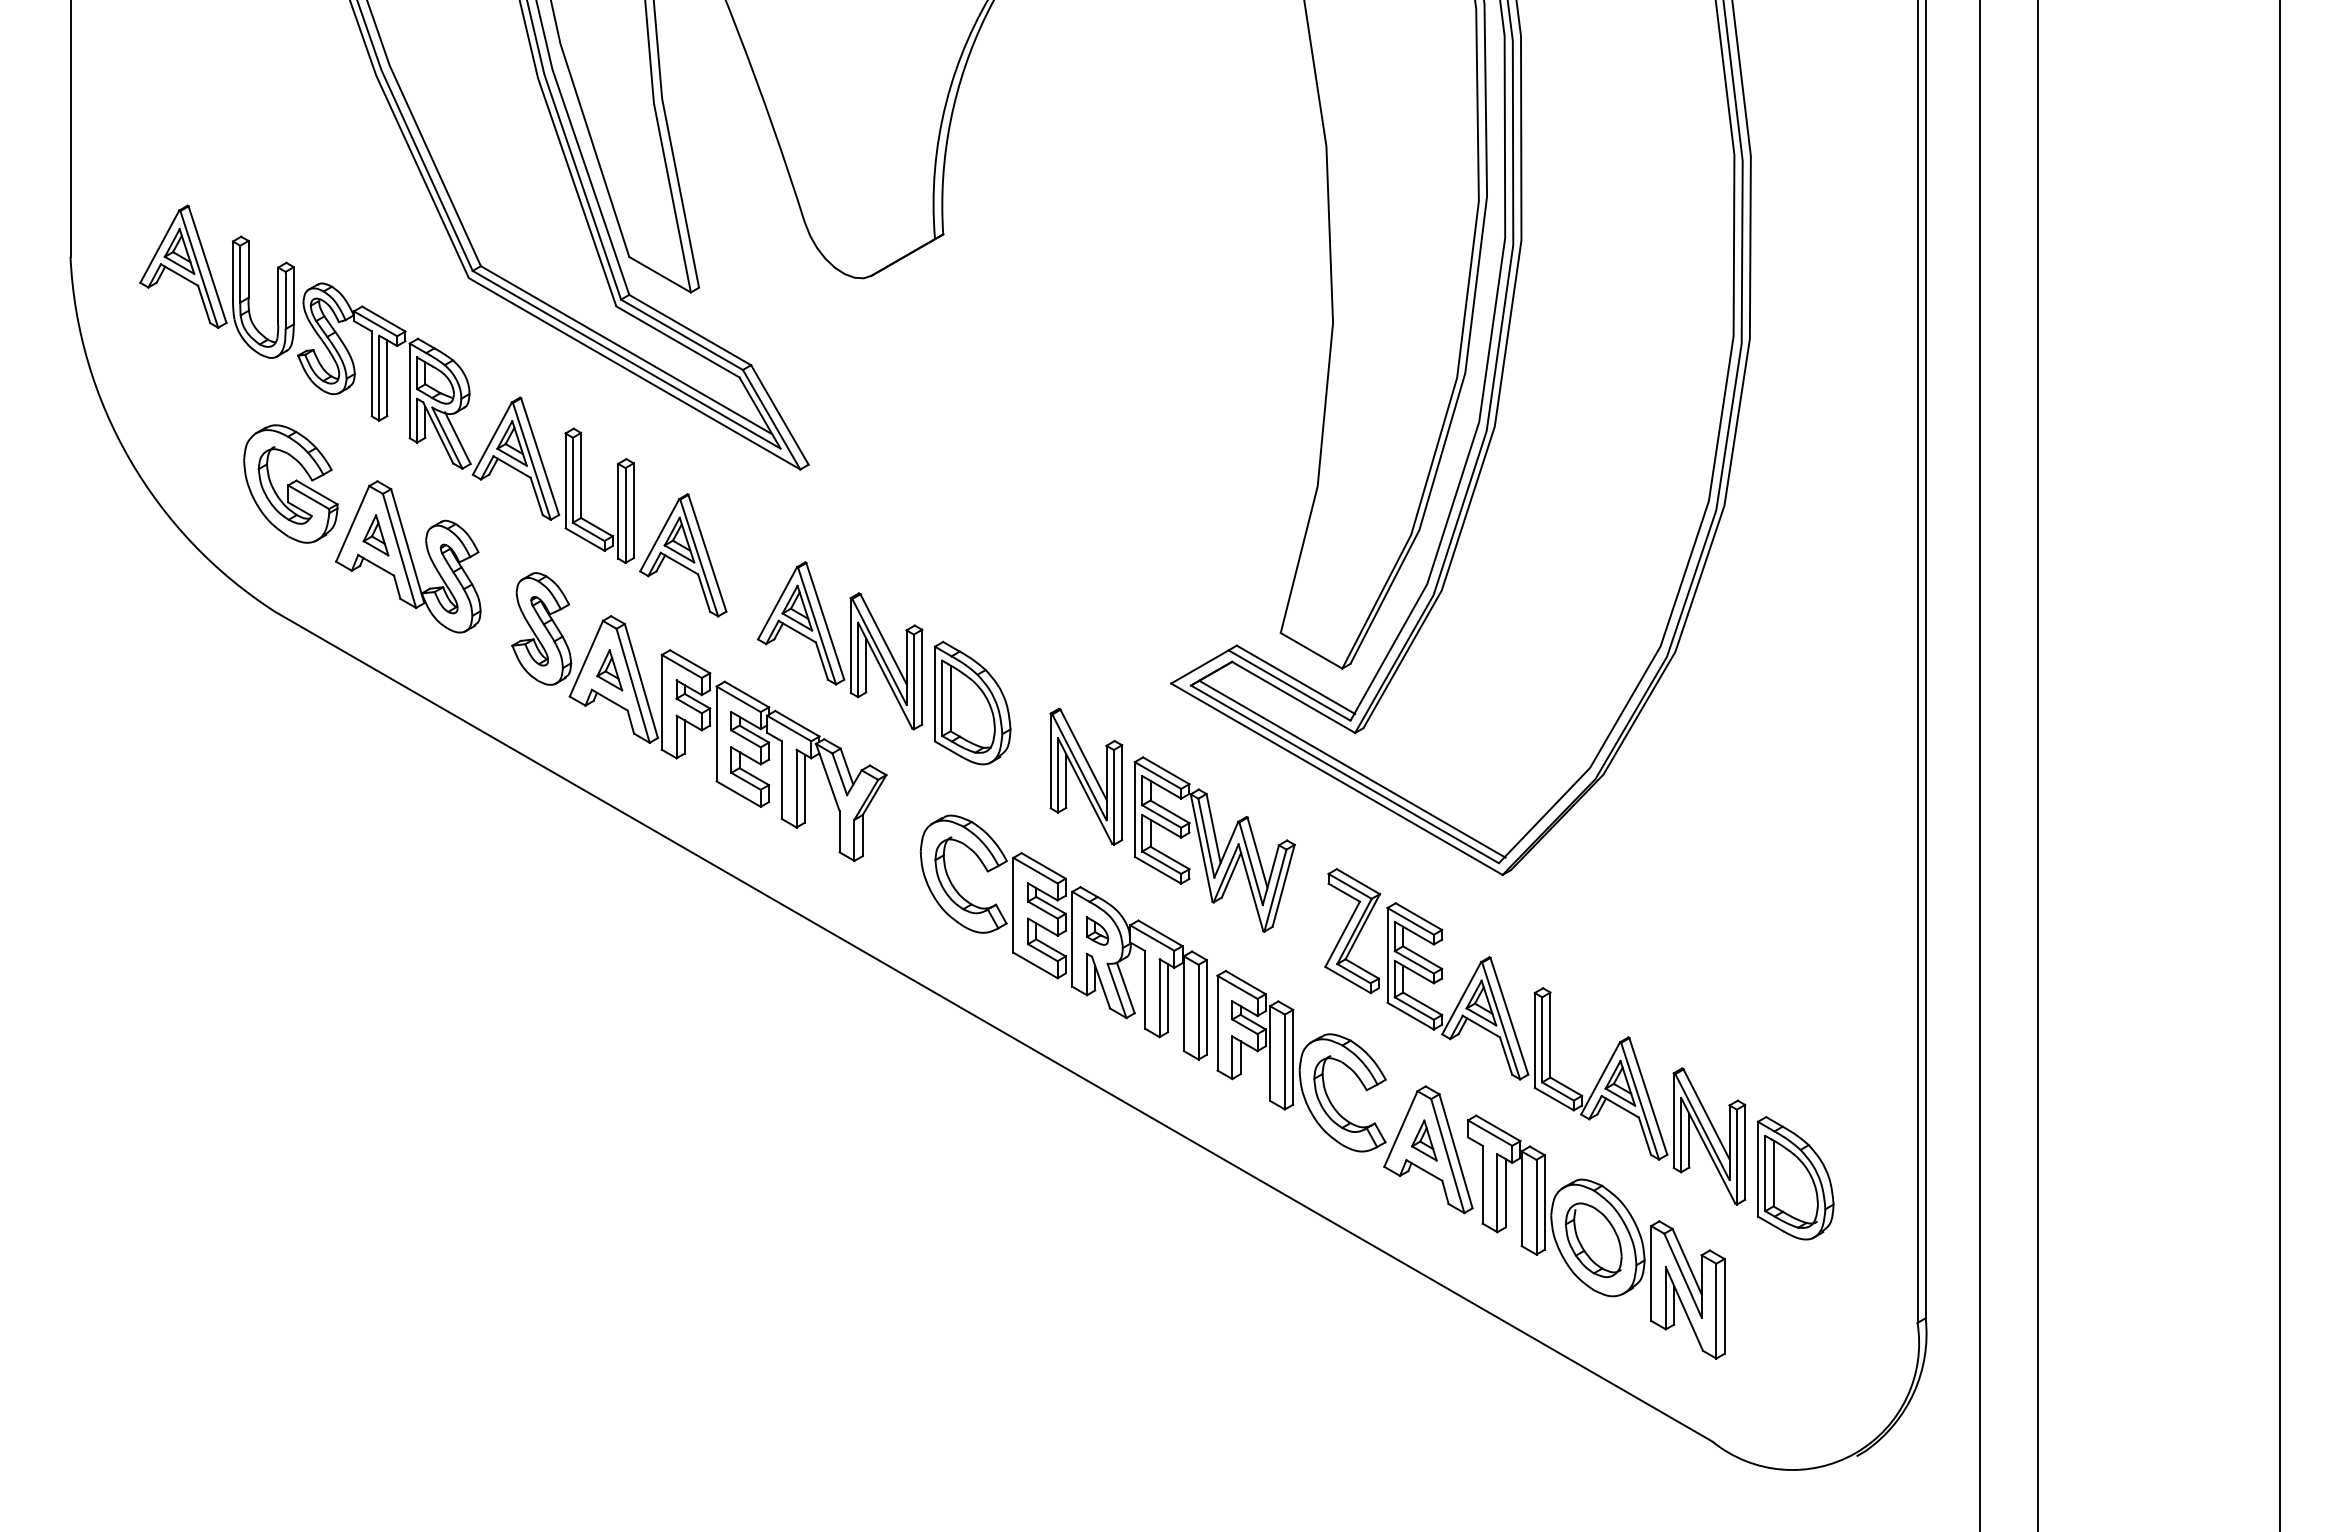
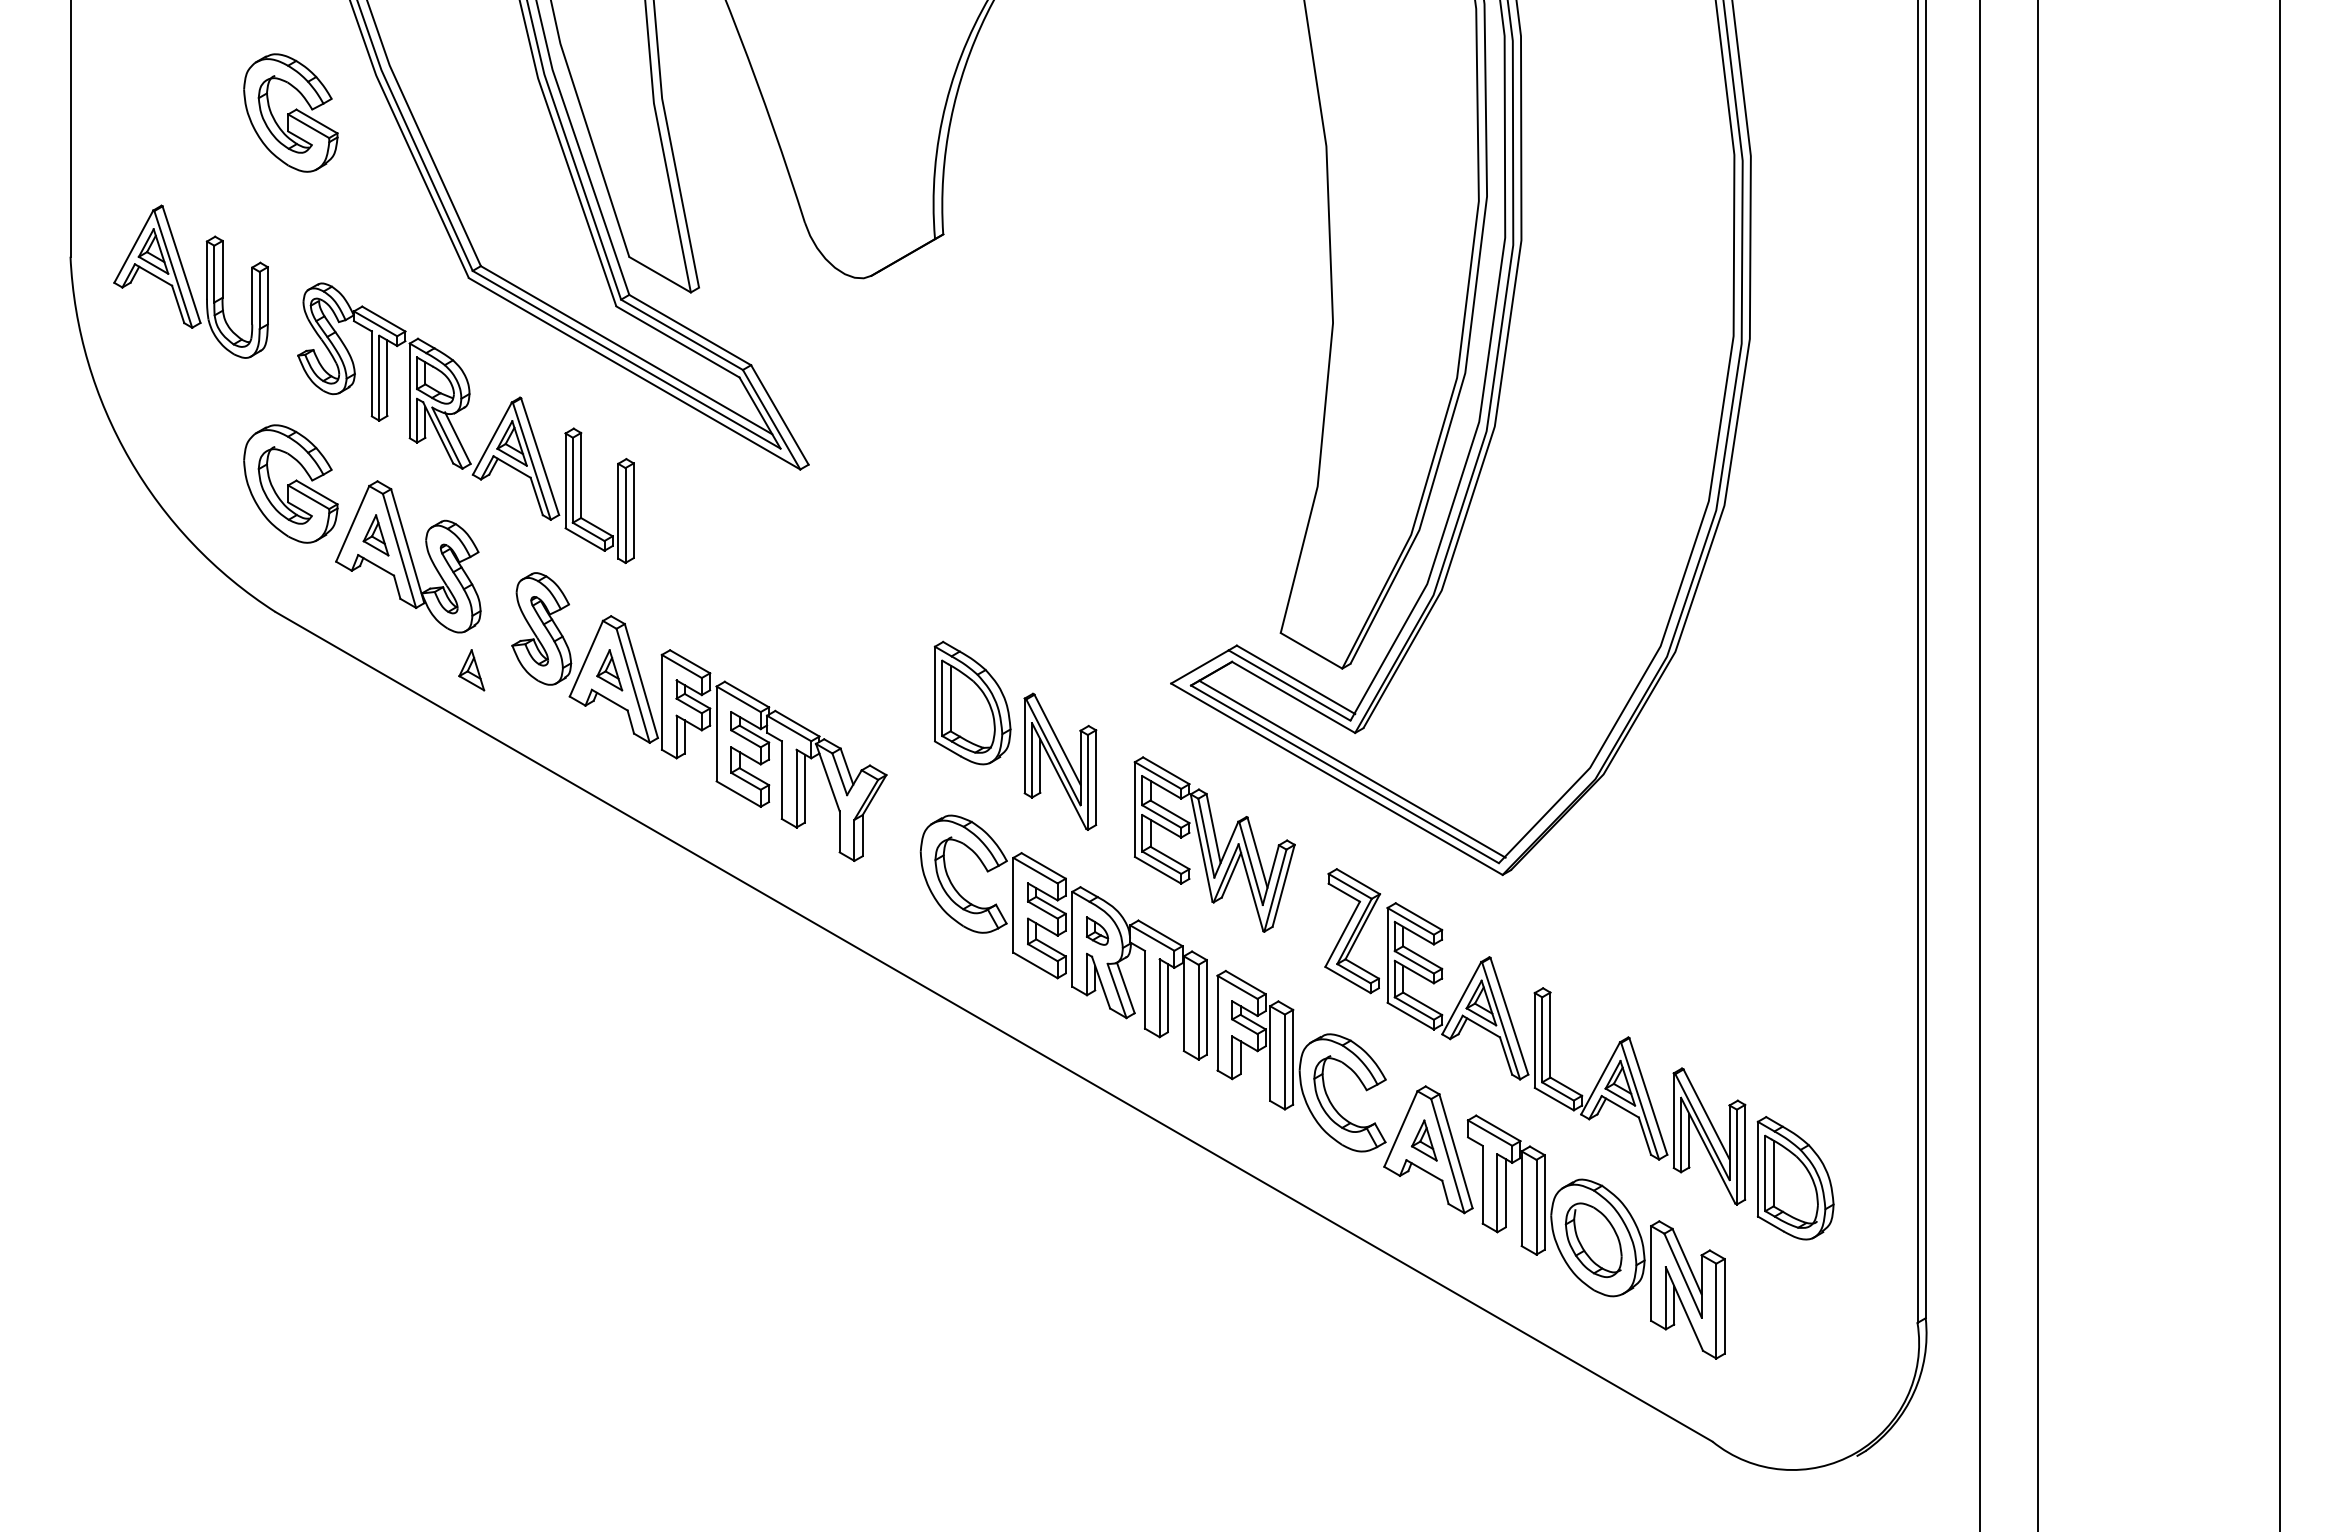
part at (290, 112): none -> present
part at (216, 281) position: (216, 281) -> (190, 281)
part at (683, 555): present -> none
part at (840, 645): present -> none
part at (471, 670): none -> present
part at (1086, 776) position: (1086, 776) -> (1060, 761)
